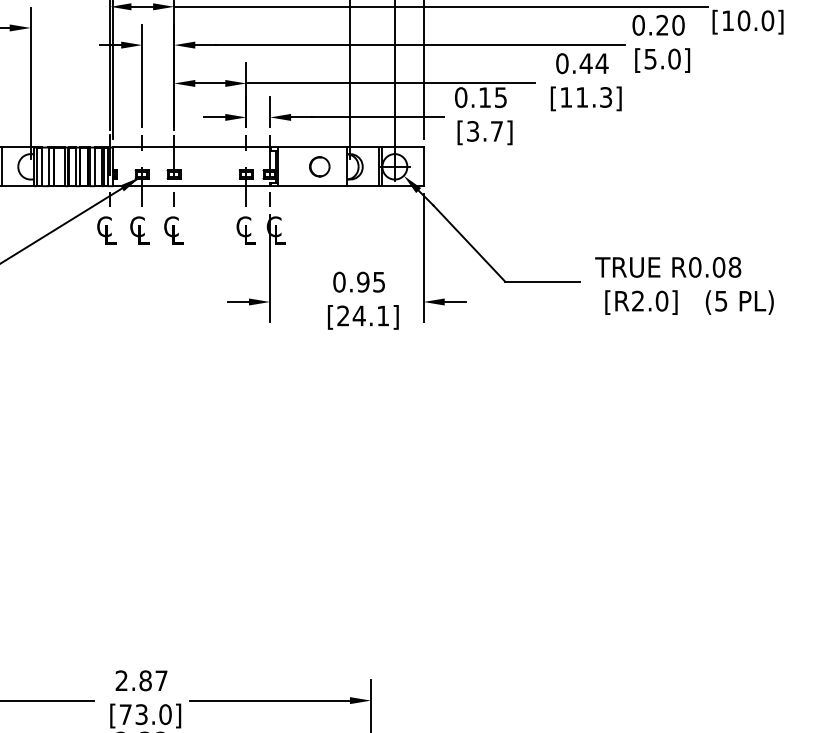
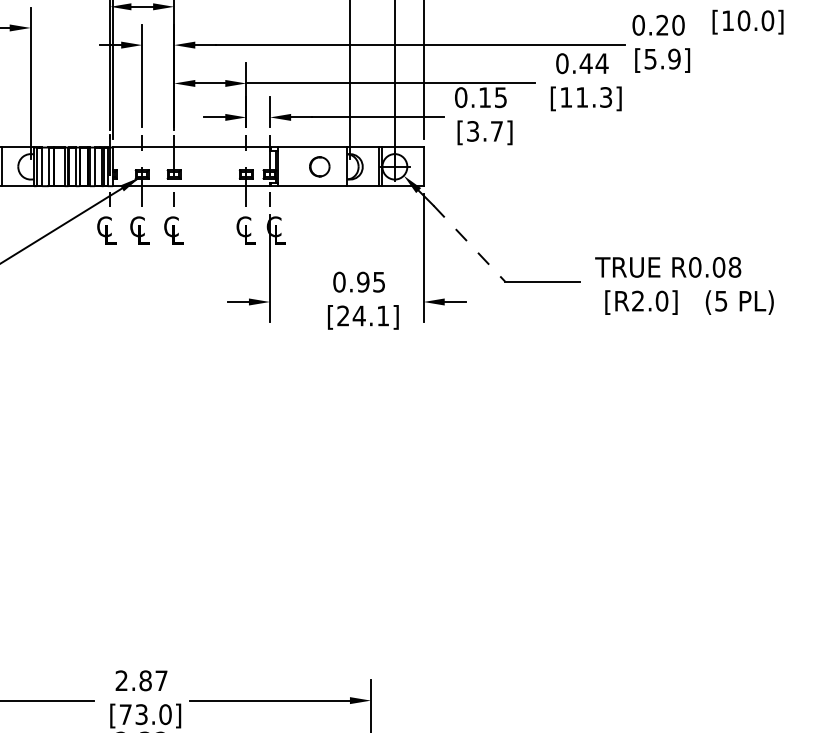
line at (441, 6): present -> none
text at (674, 59): [5.0] -> [5.9]
line at (469, 243): solid -> dashed
